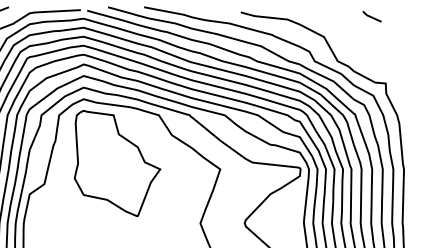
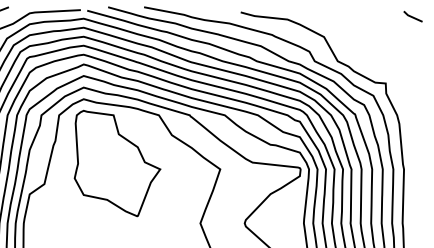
line at (371, 16) position: (371, 16) -> (412, 16)
